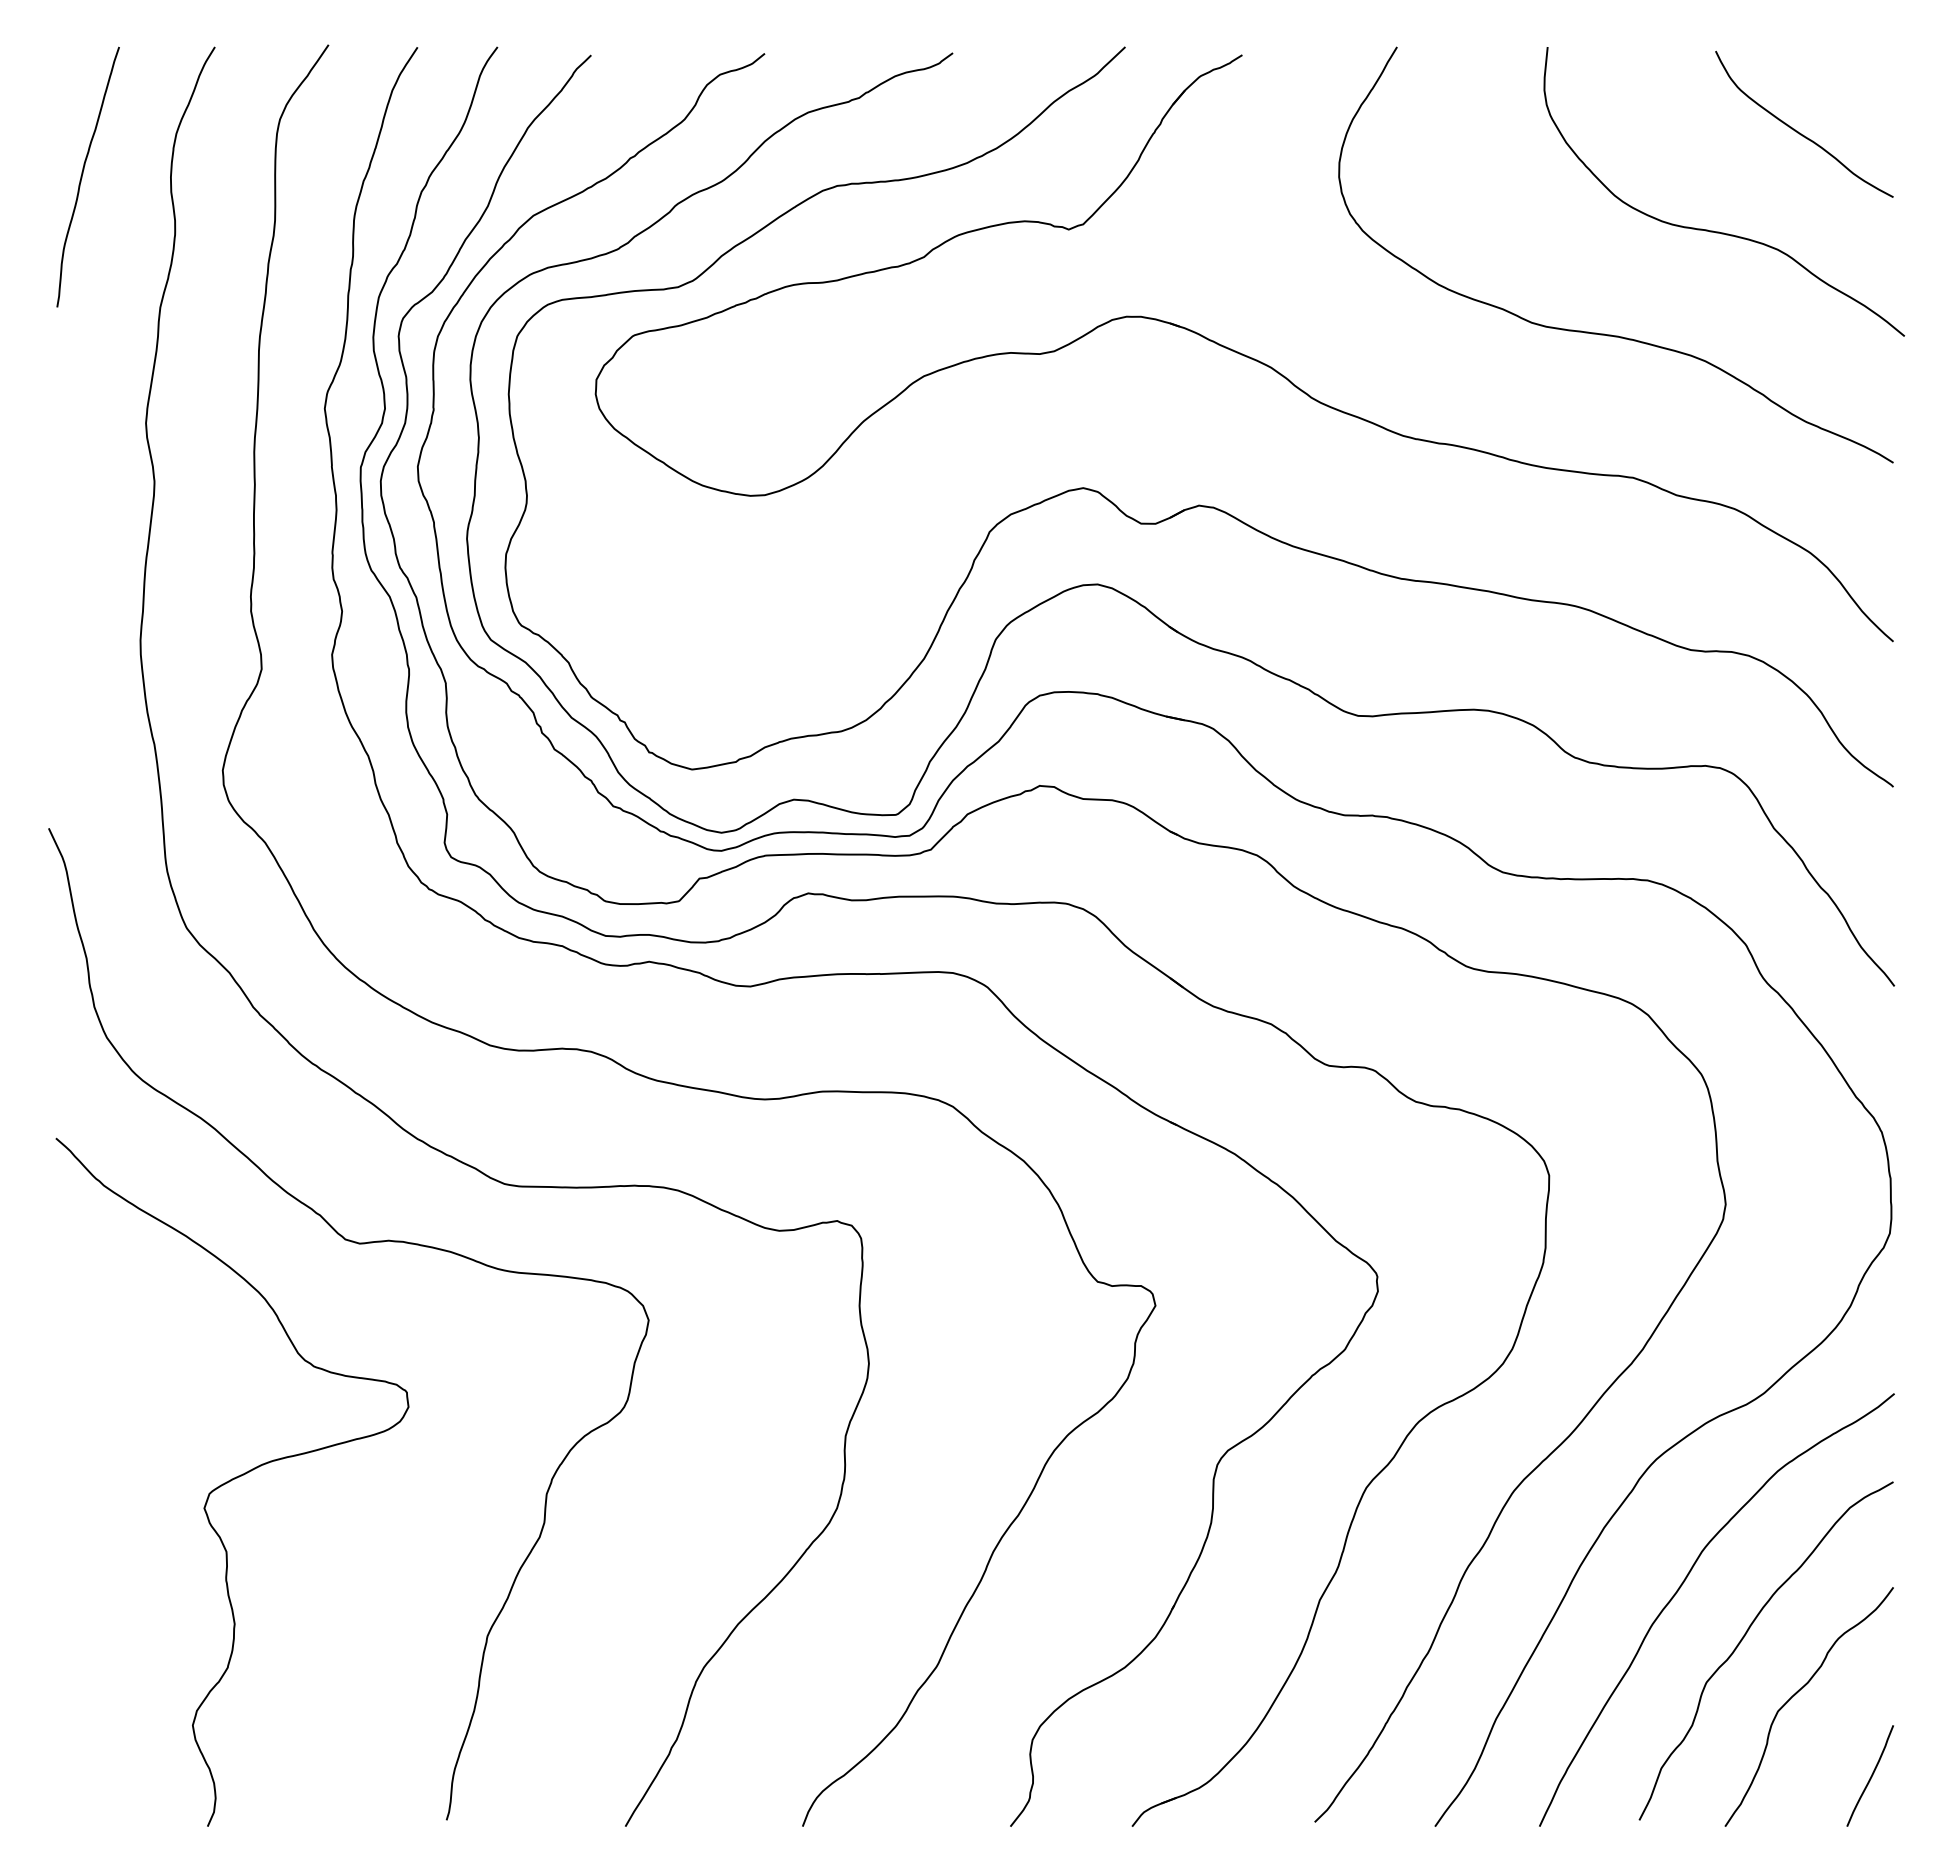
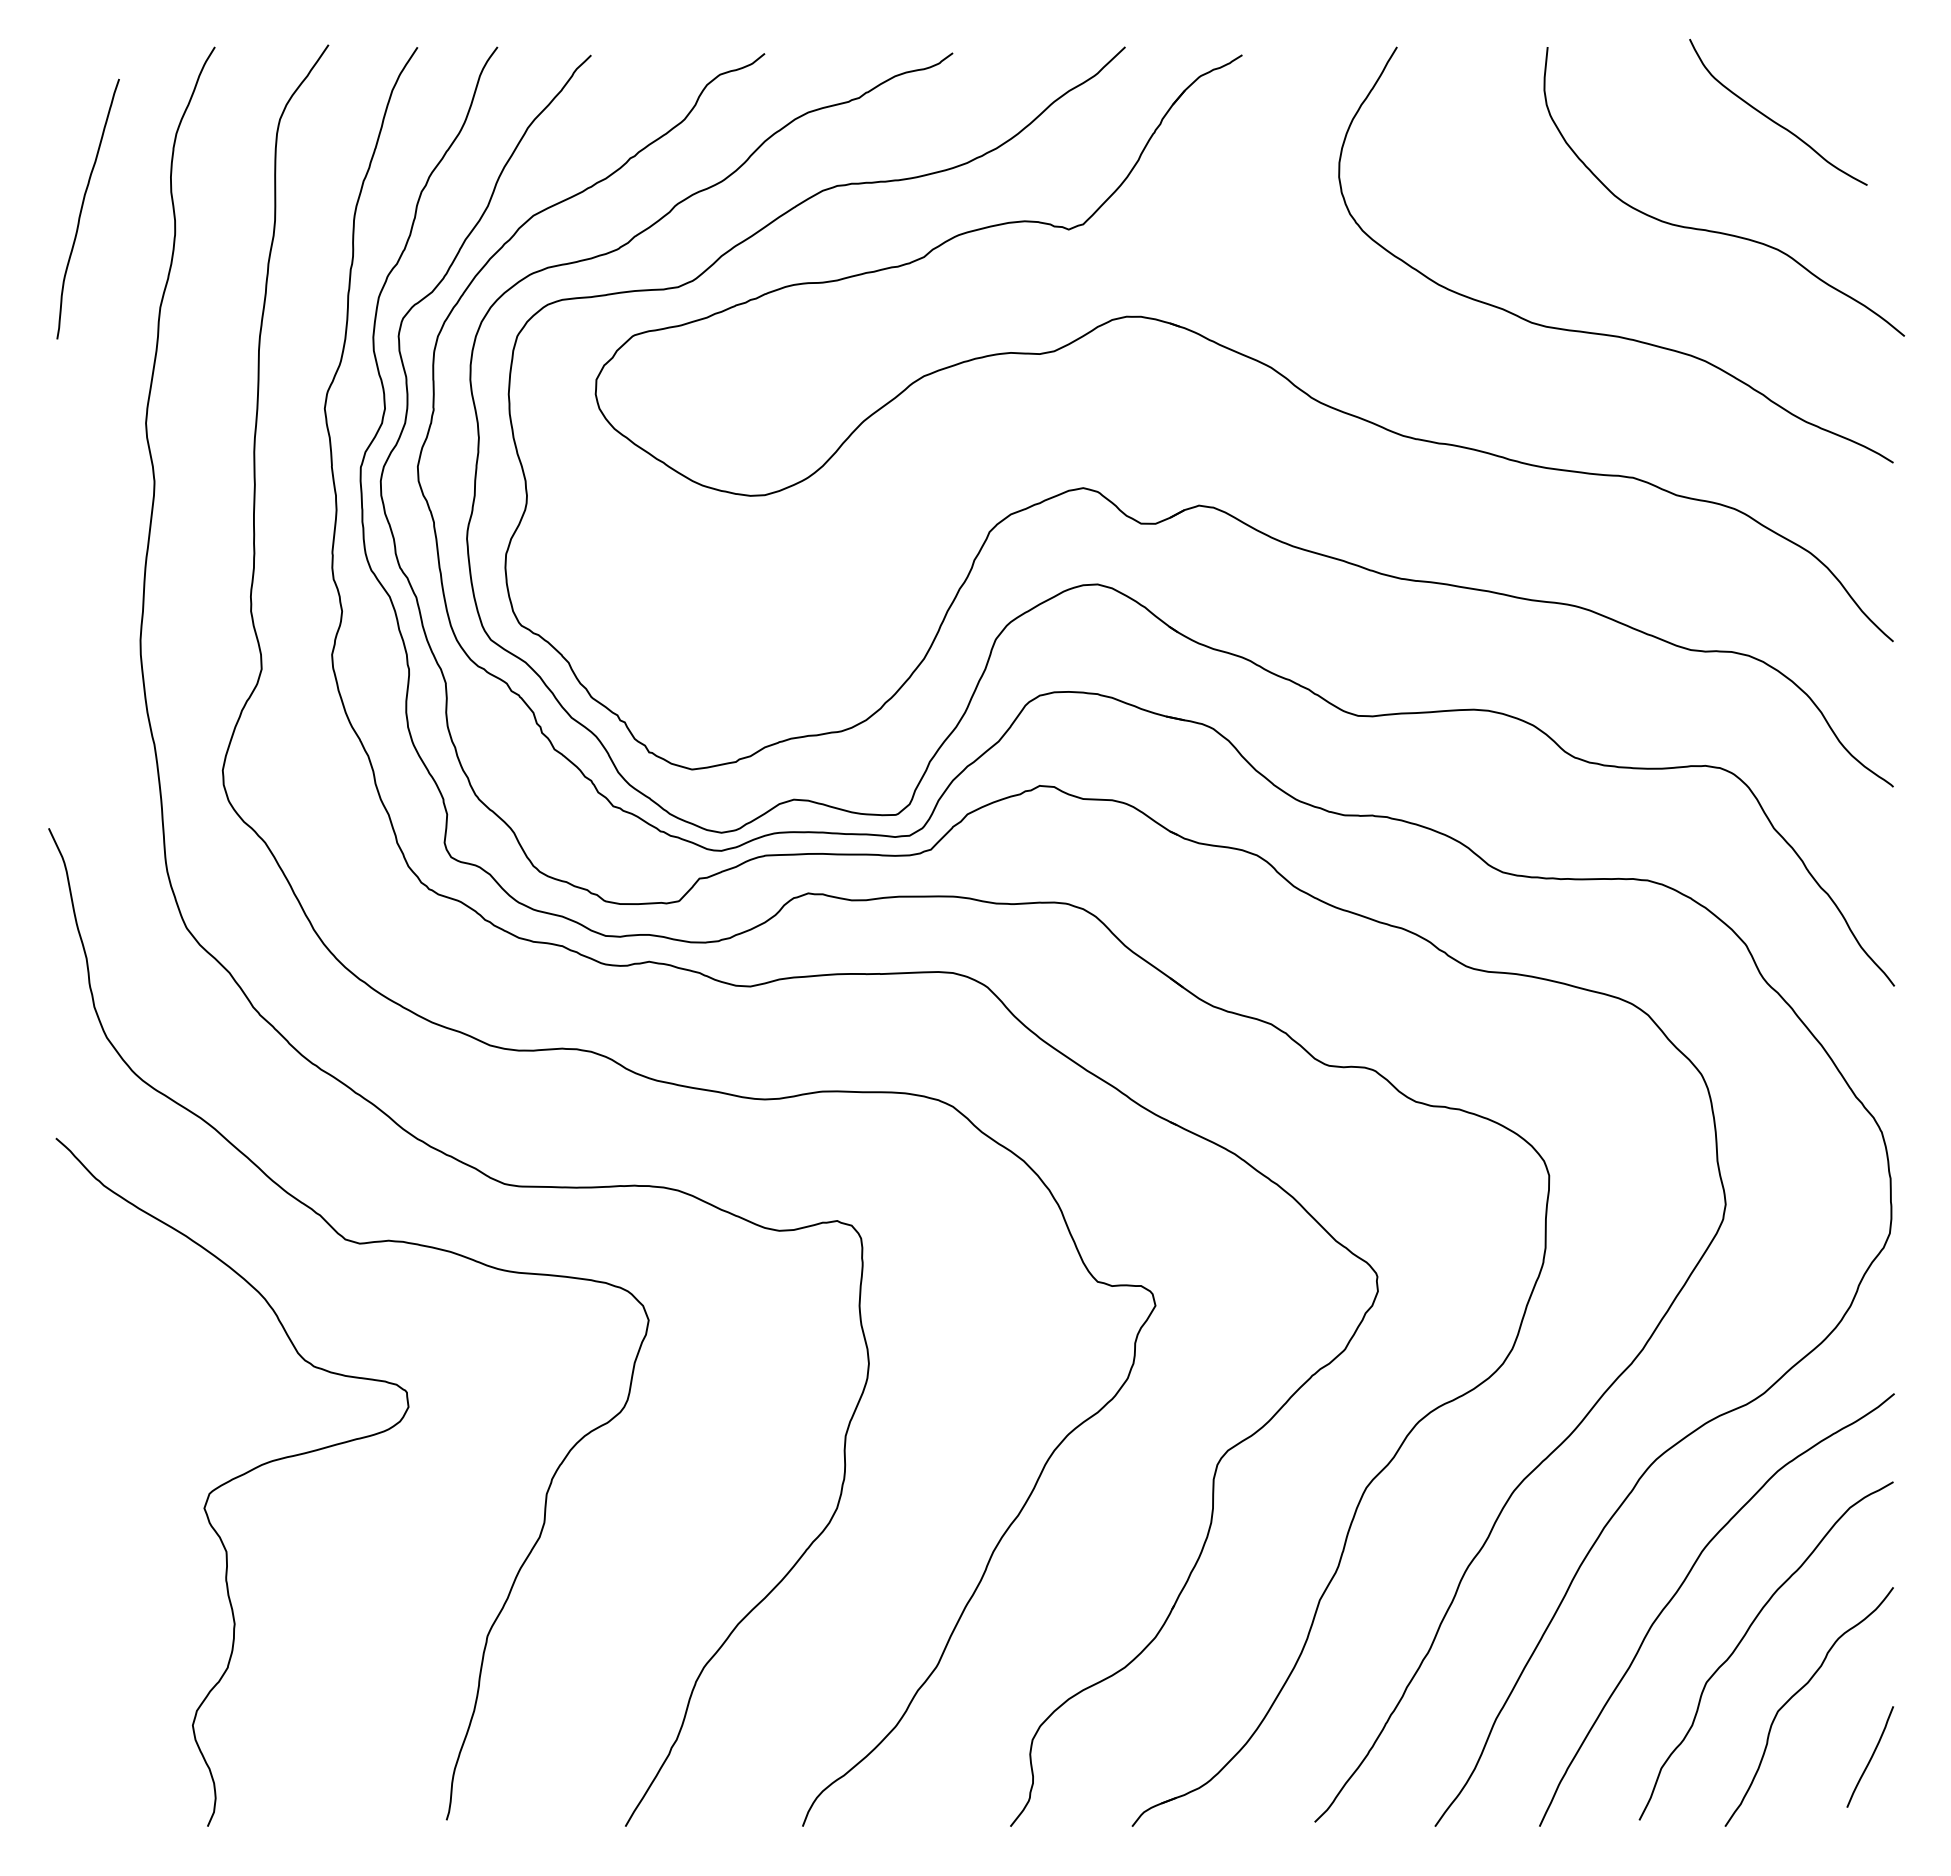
curve at (1797, 130) position: (1797, 130) -> (1771, 118)
curve at (83, 174) position: (83, 174) -> (83, 206)
curve at (1870, 1776) position: (1870, 1776) -> (1870, 1757)
